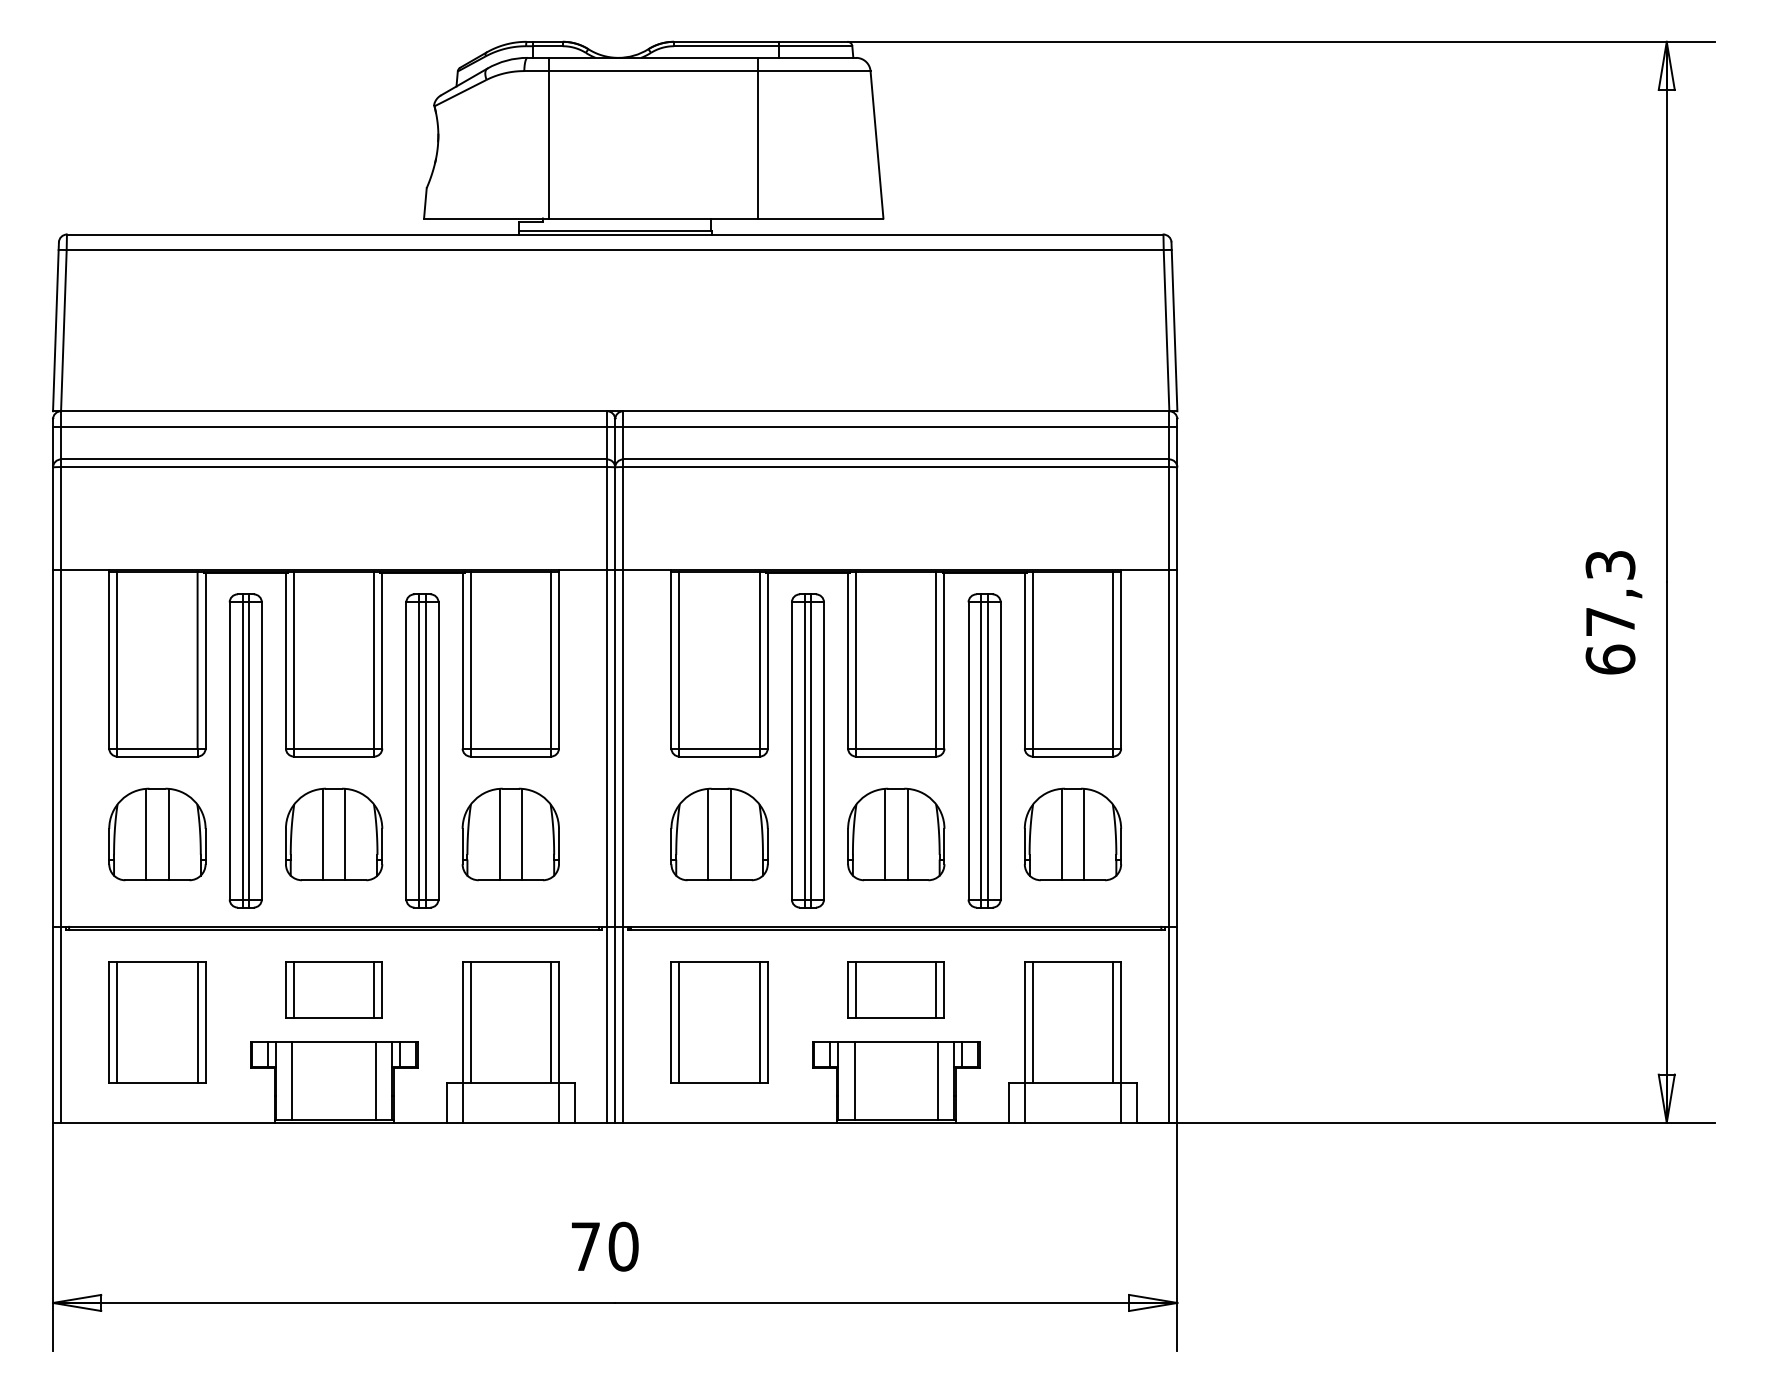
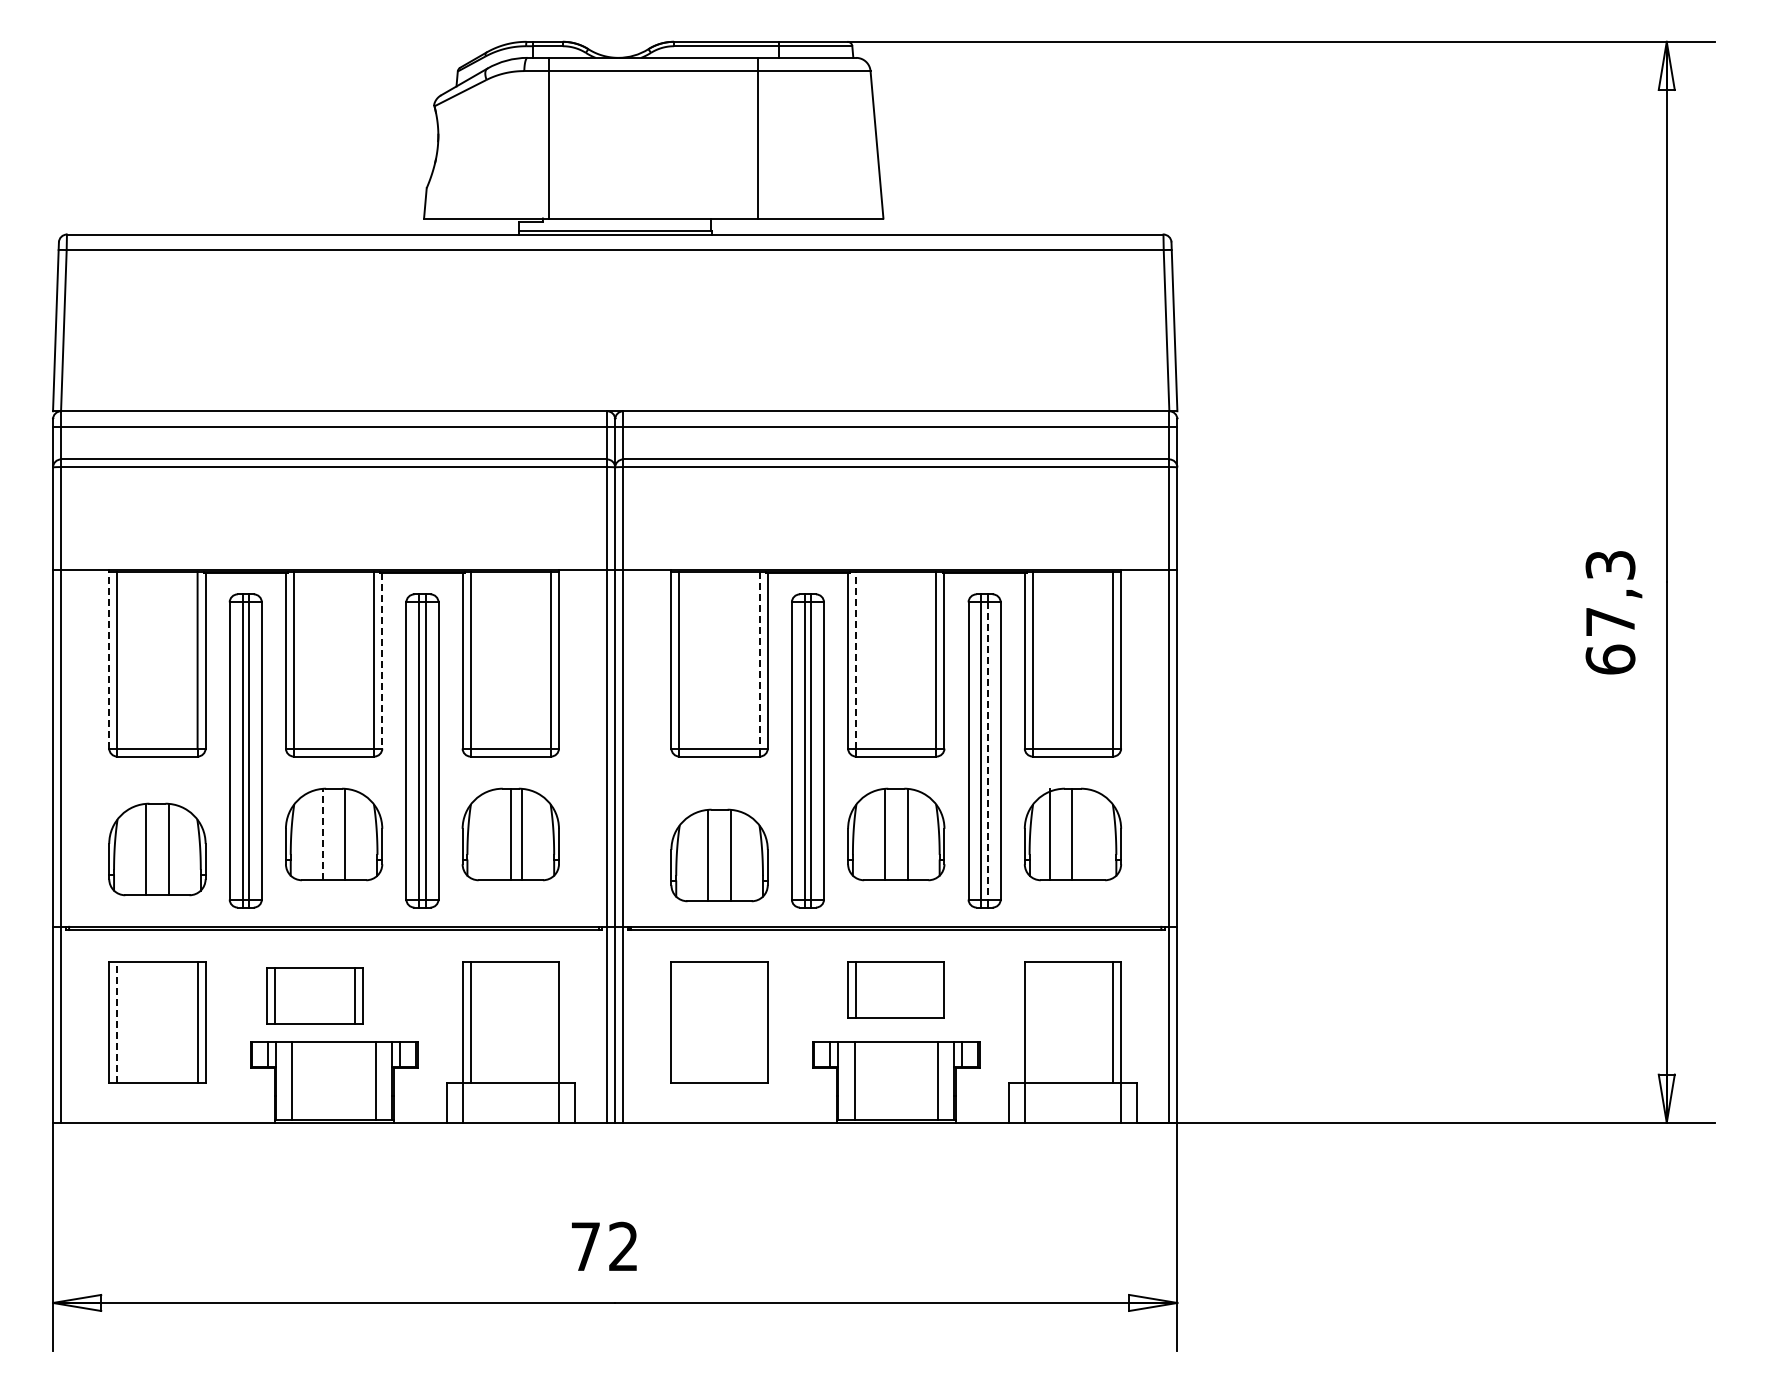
line at (109, 658): solid -> dashed
line at (856, 659): solid -> dashed
line at (759, 660): solid -> dashed
line at (382, 661): solid -> dashed
line at (987, 750): solid -> dashed
part at (157, 834) position: (157, 834) -> (157, 849)
line at (322, 834): solid -> dashed
line at (499, 834) position: (499, 834) -> (510, 834)
part at (719, 834) position: (719, 834) -> (719, 855)
line at (1061, 834) position: (1061, 834) -> (1049, 834)
line at (1084, 834) position: (1084, 834) -> (1072, 834)
part at (333, 989) position: (333, 989) -> (314, 995)
line at (936, 990): present -> none
line at (117, 1021): solid -> dashed
line at (550, 1022): present -> none
line at (679, 1022): present -> none
line at (759, 1022): present -> none
line at (1032, 1022): present -> none
text at (623, 1246): 70 -> 72
